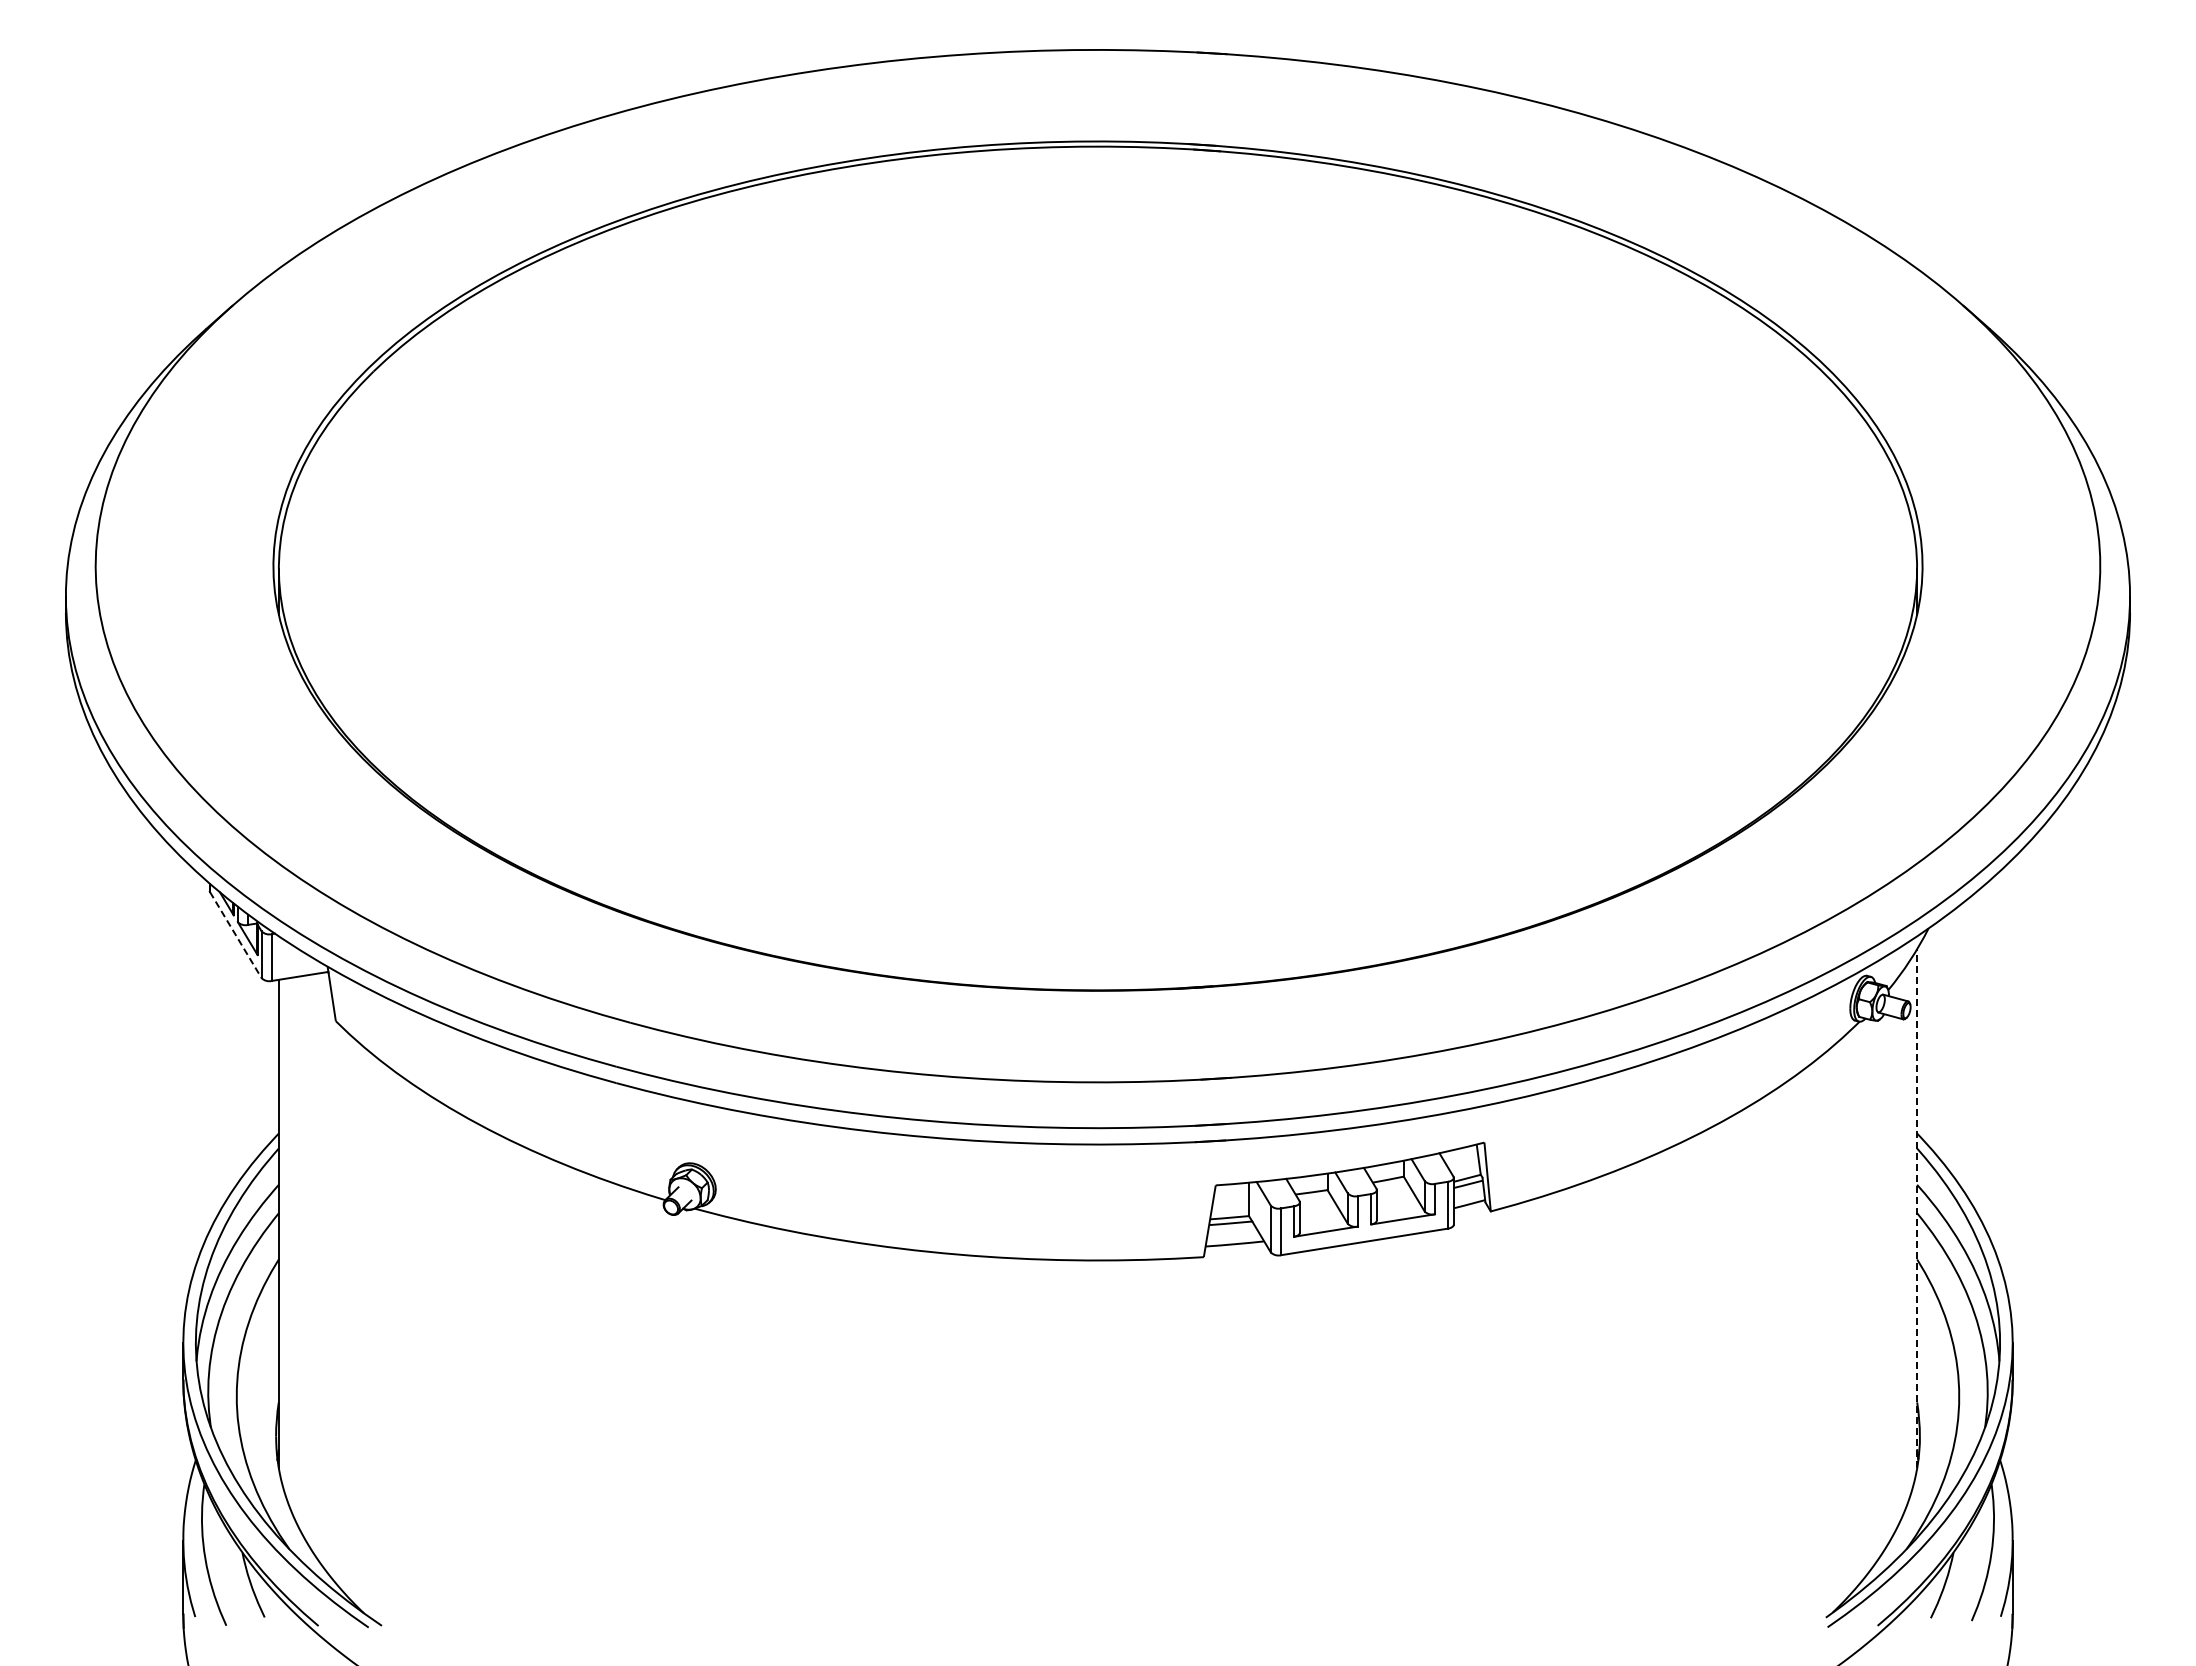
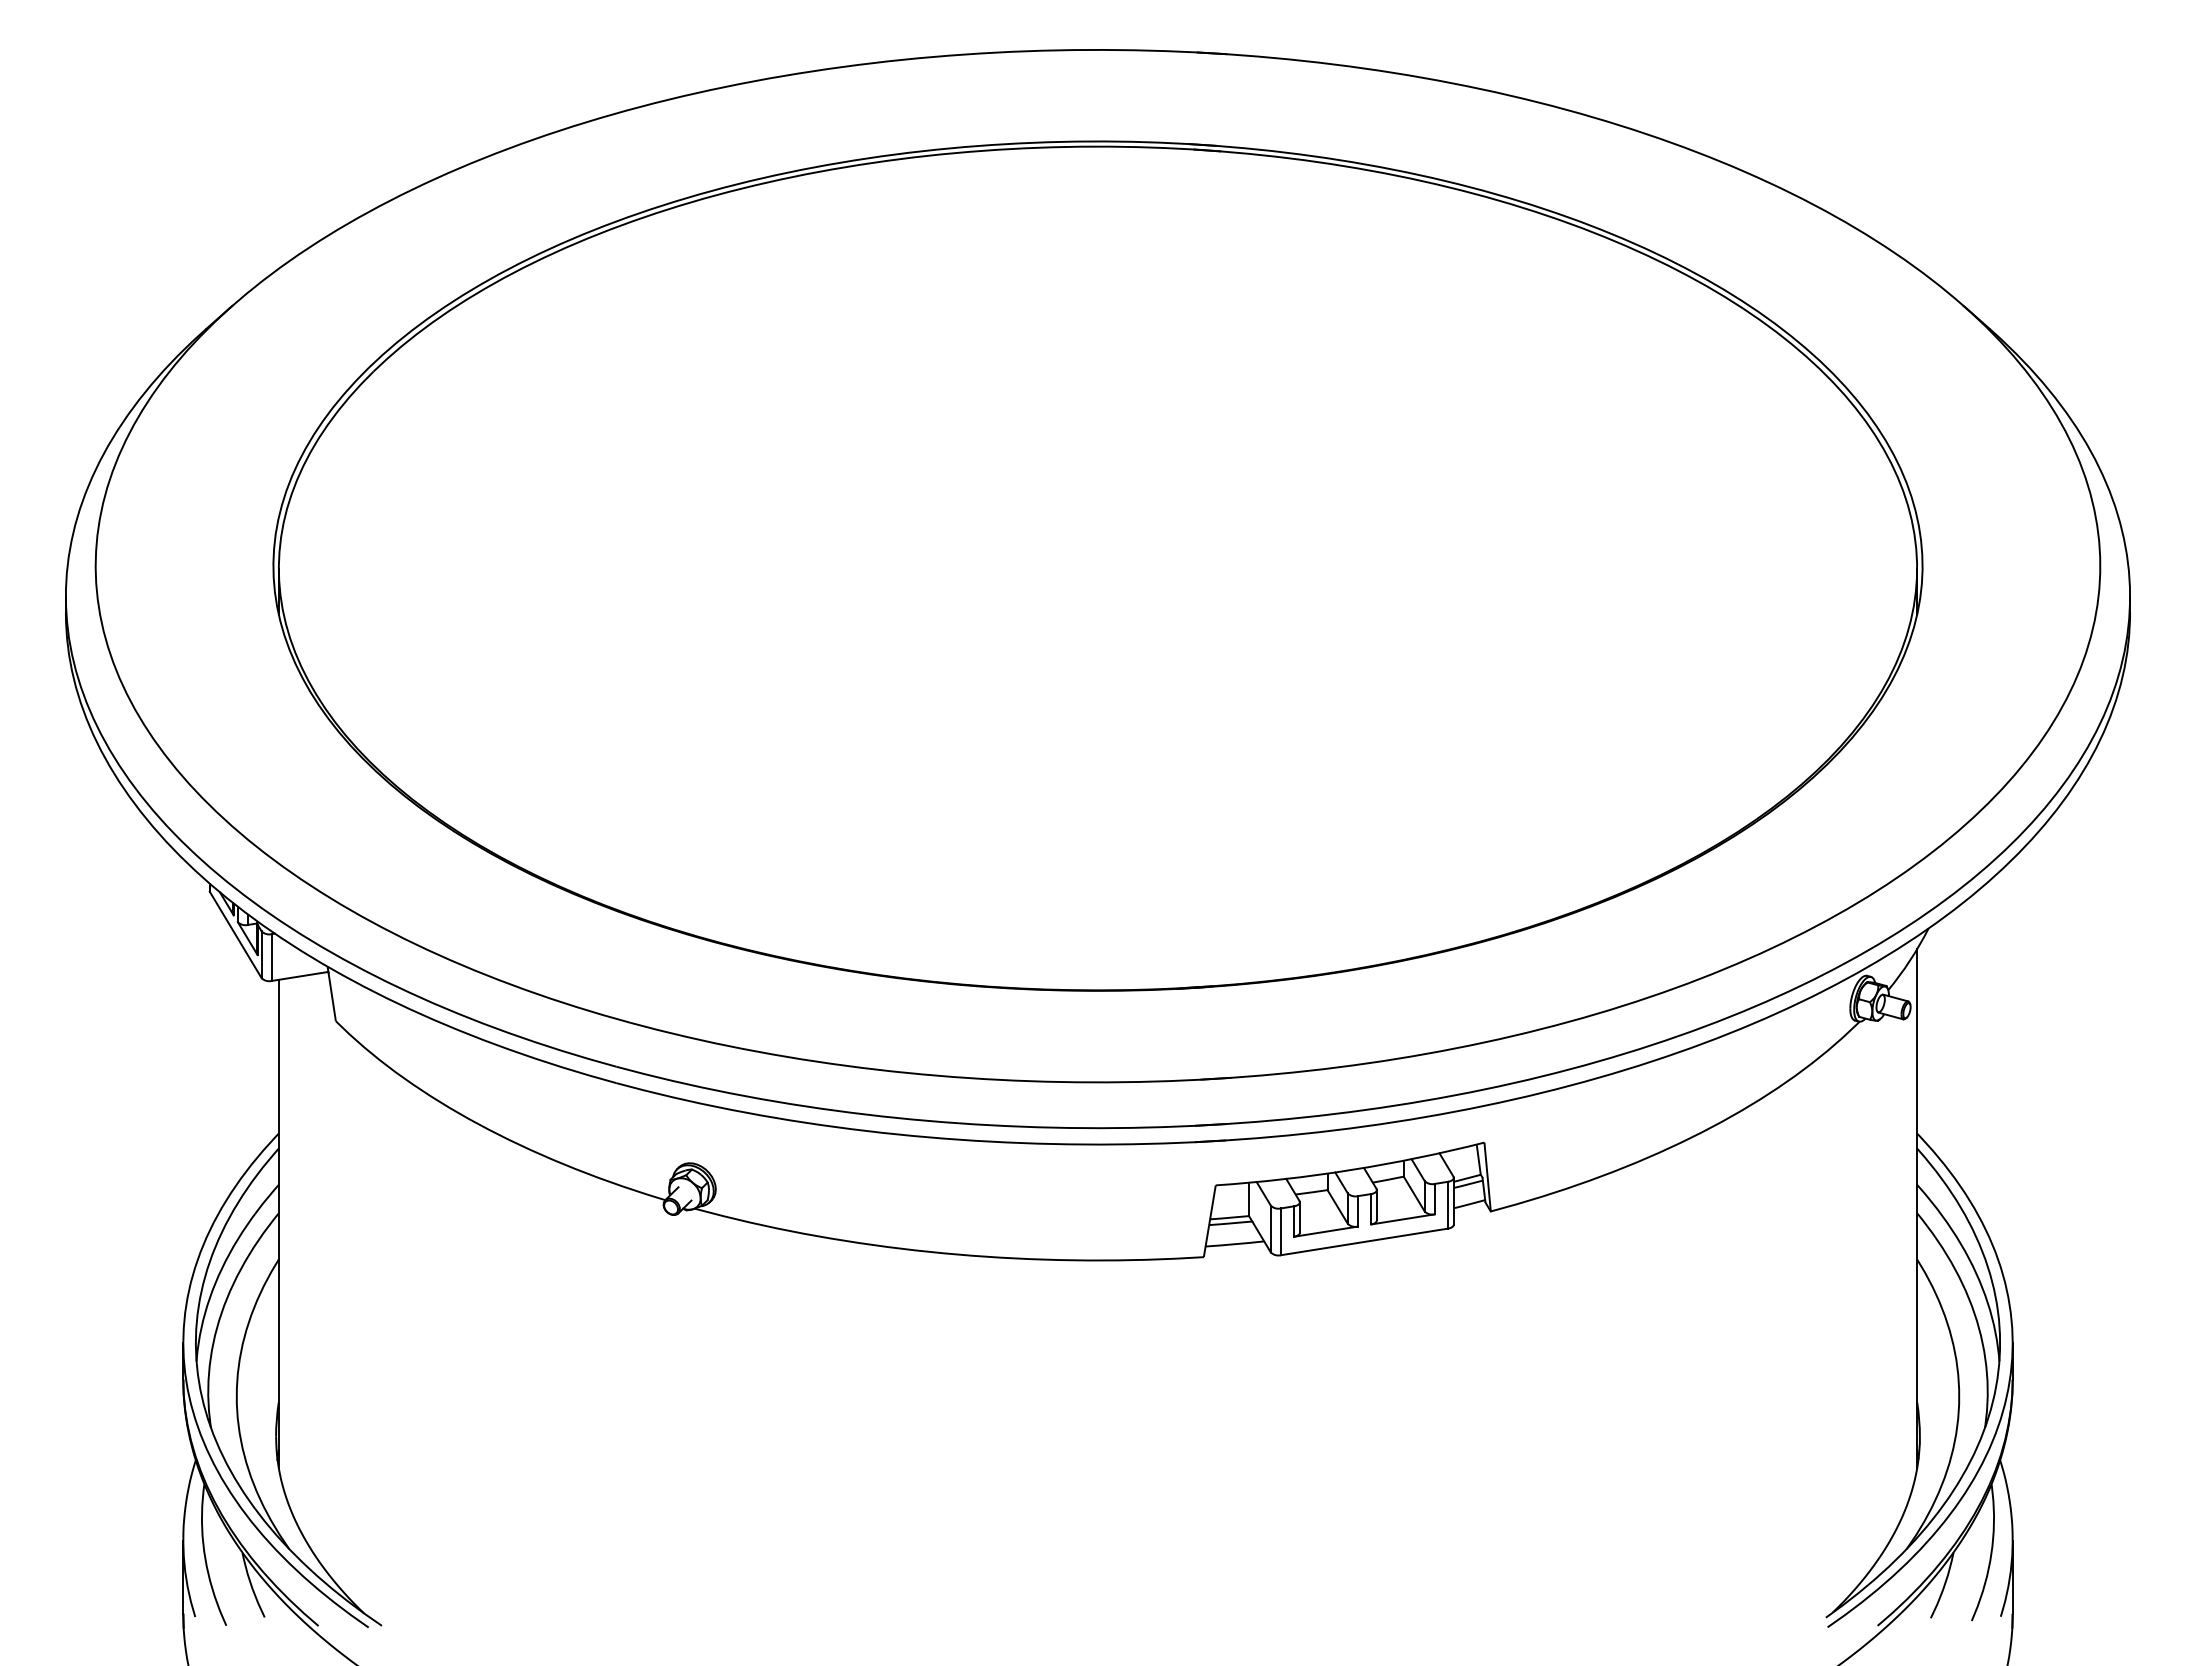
line at (236, 935): dashed -> solid
line at (1917, 1208): dashed -> solid
